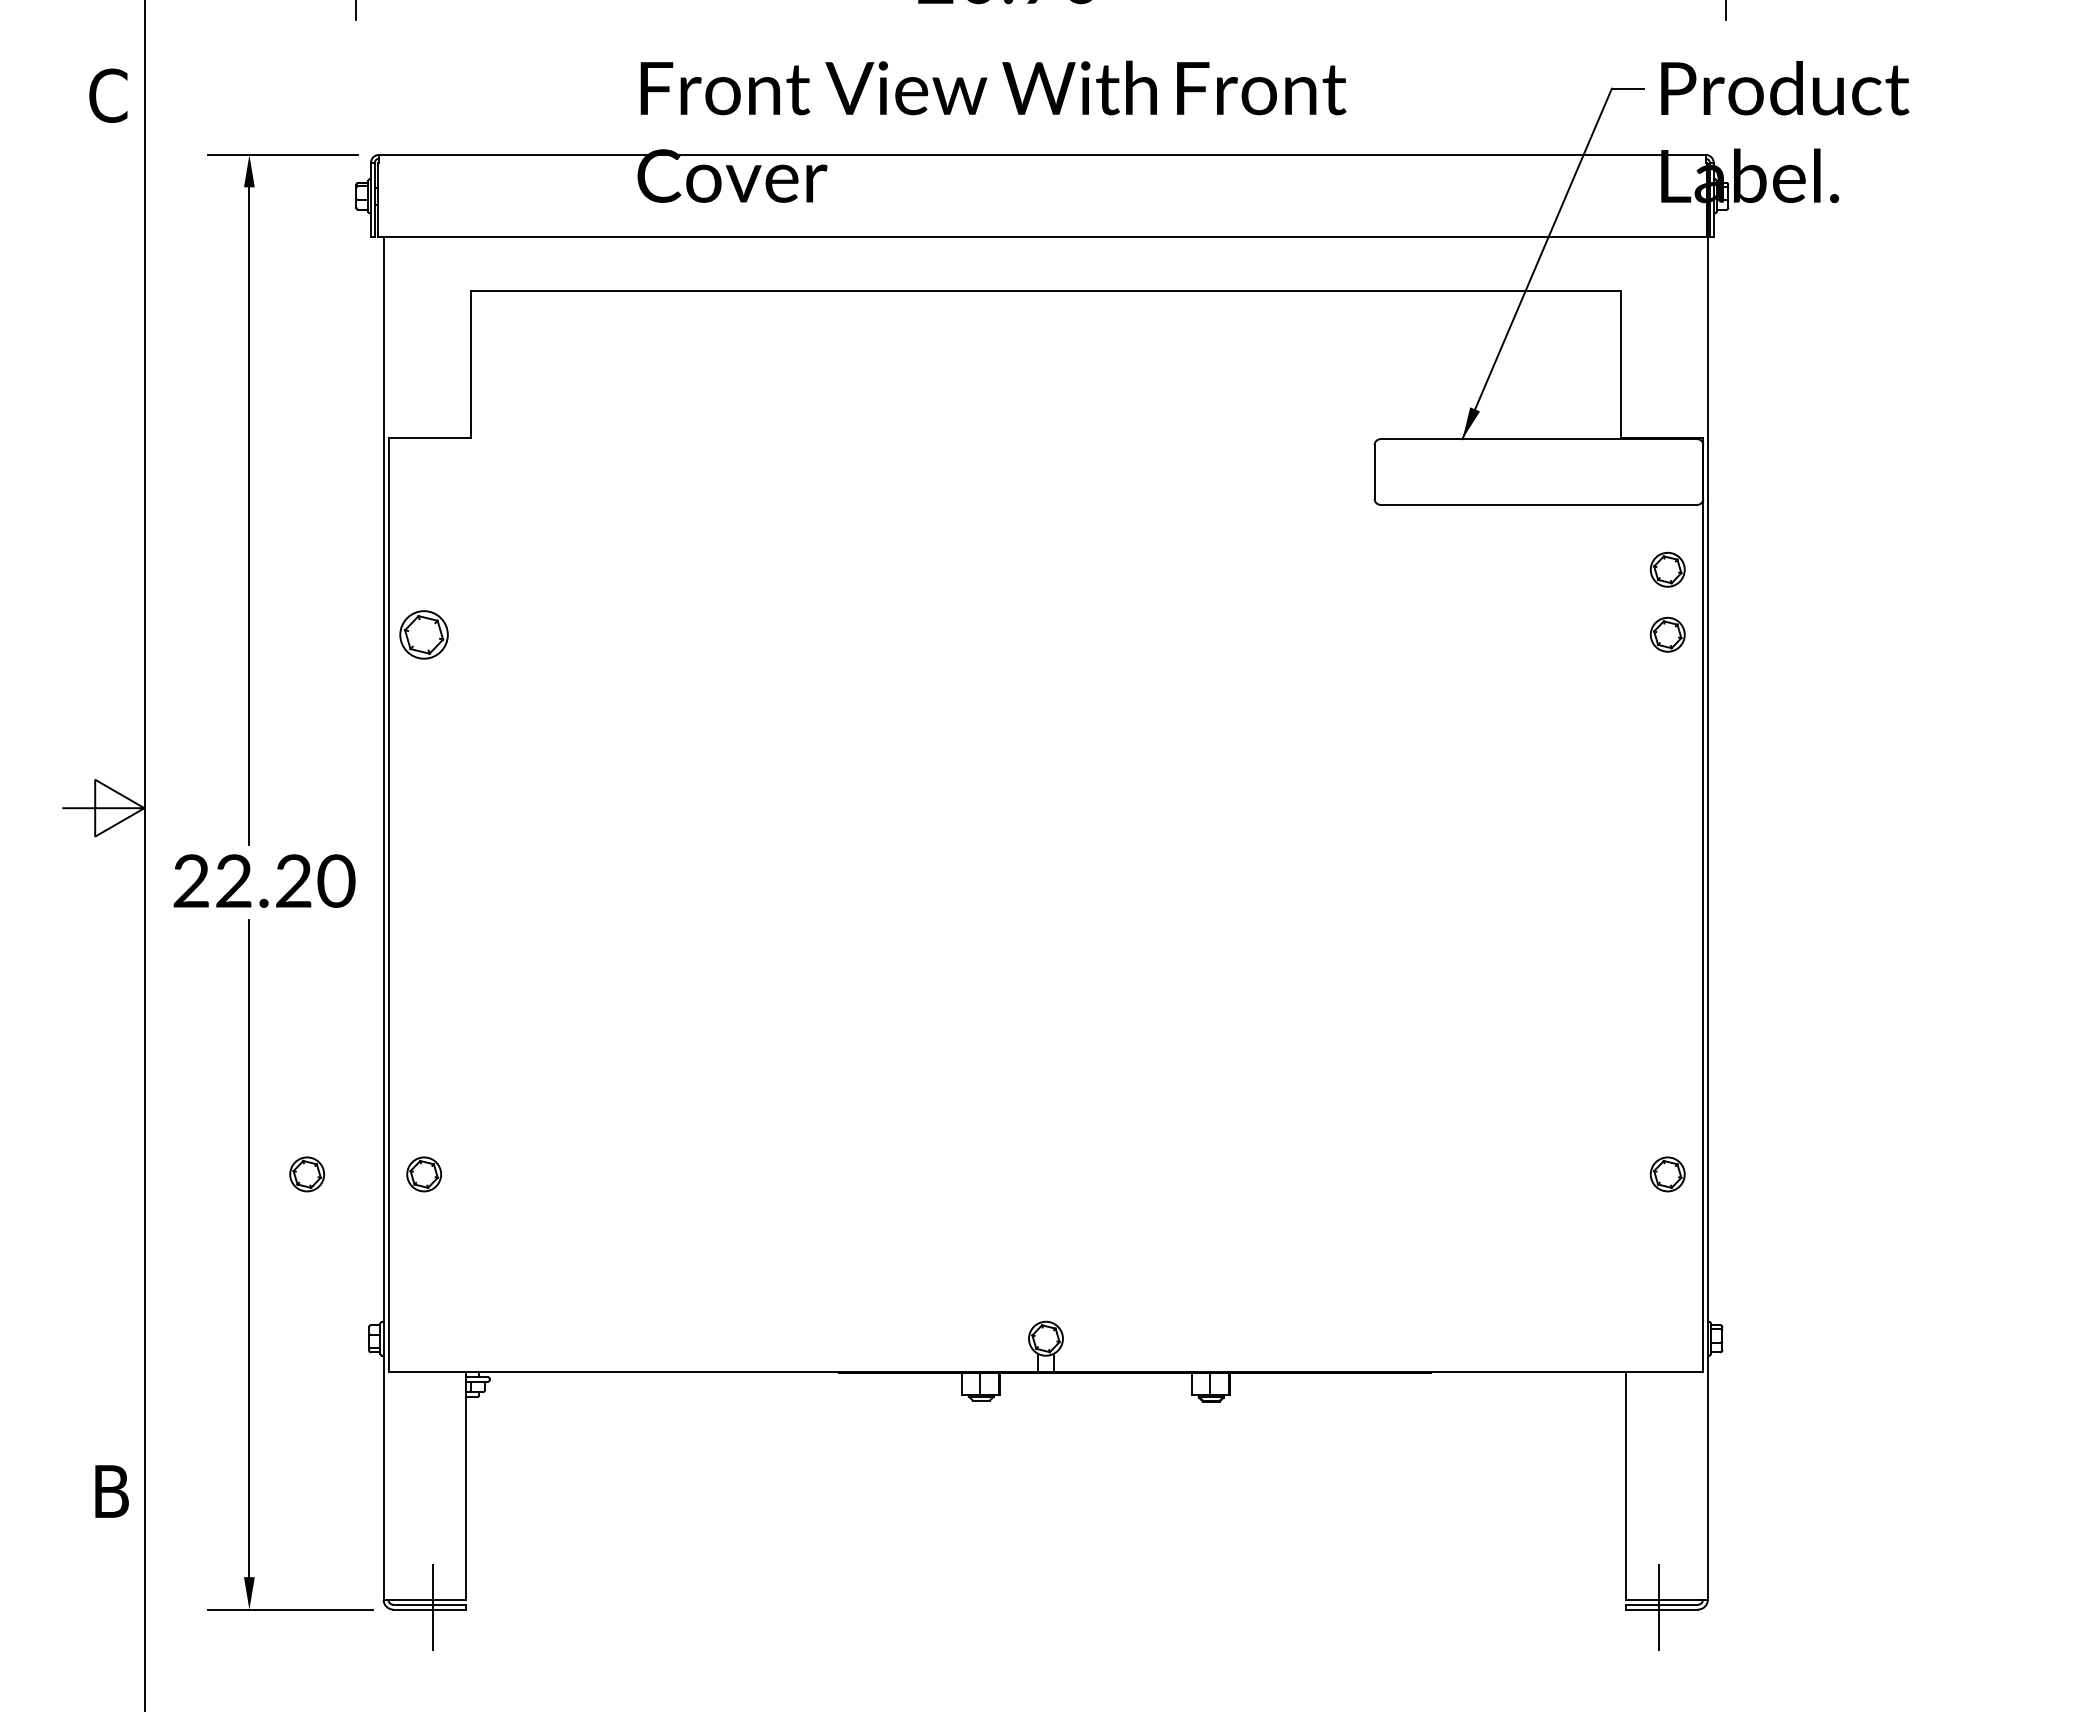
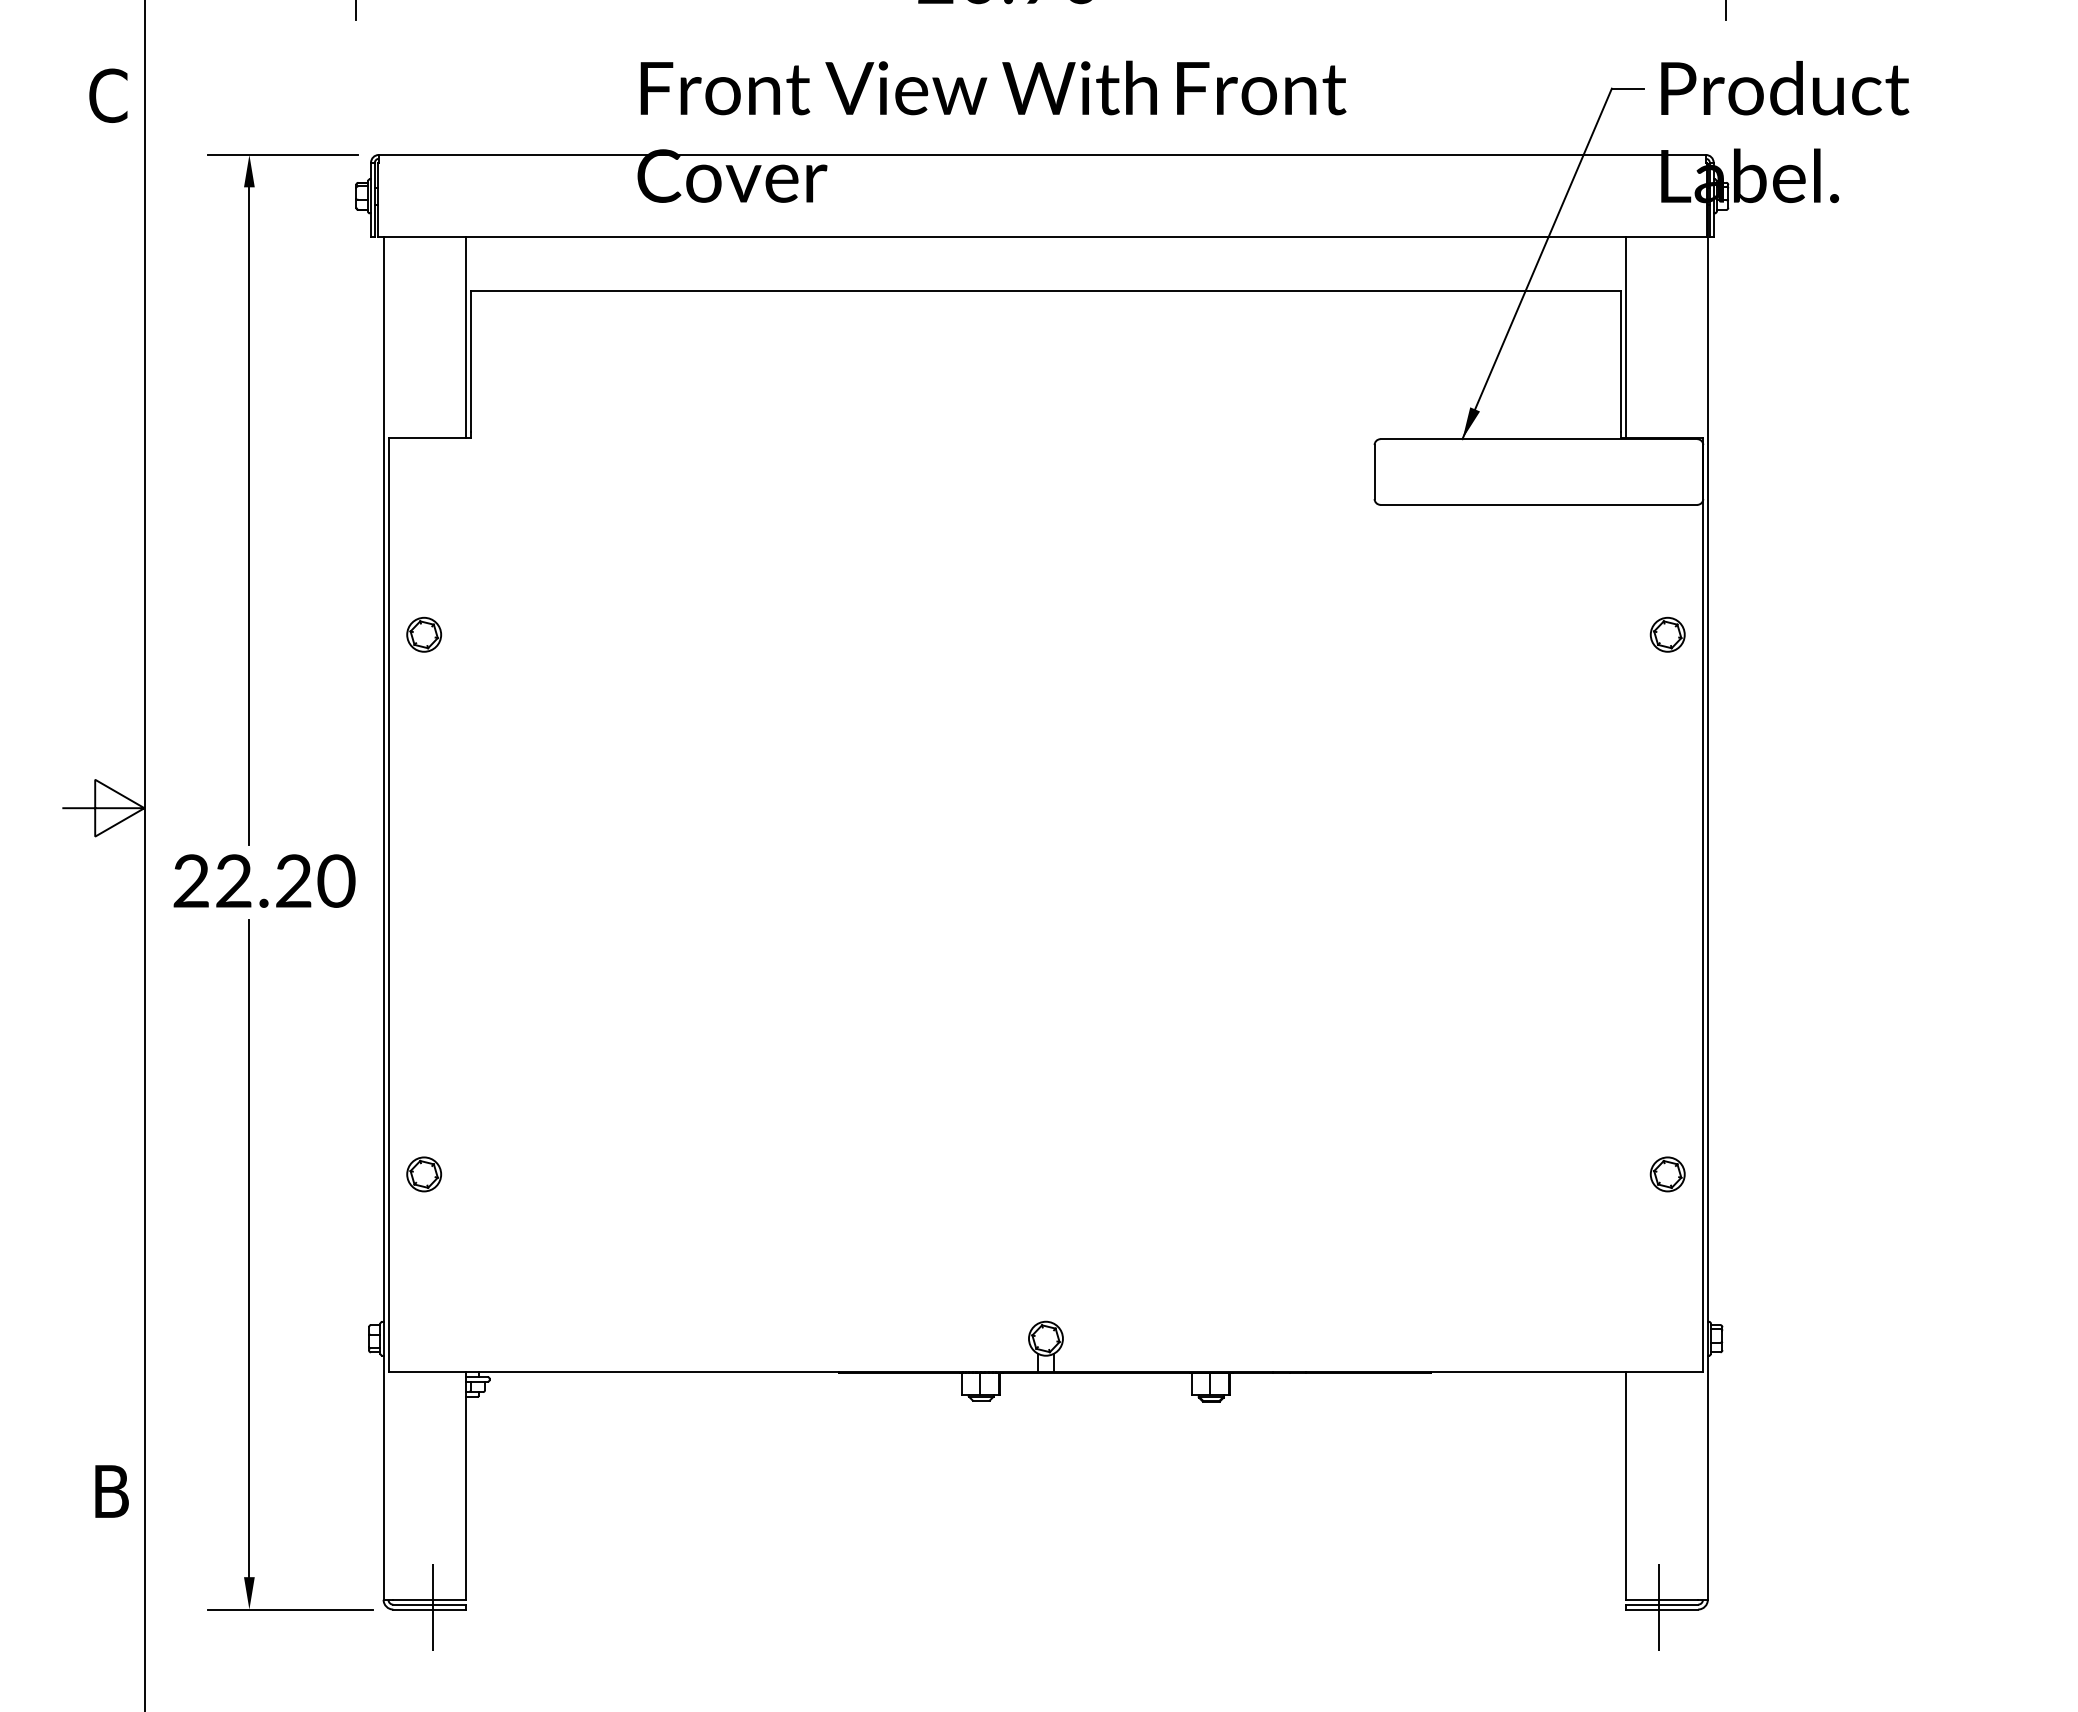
line at (465, 337): none -> present
line at (1625, 337): none -> present
part at (1667, 569): present -> none
part at (423, 634) size: 50x50 px -> 37x37 px
part at (307, 1174): present -> none
